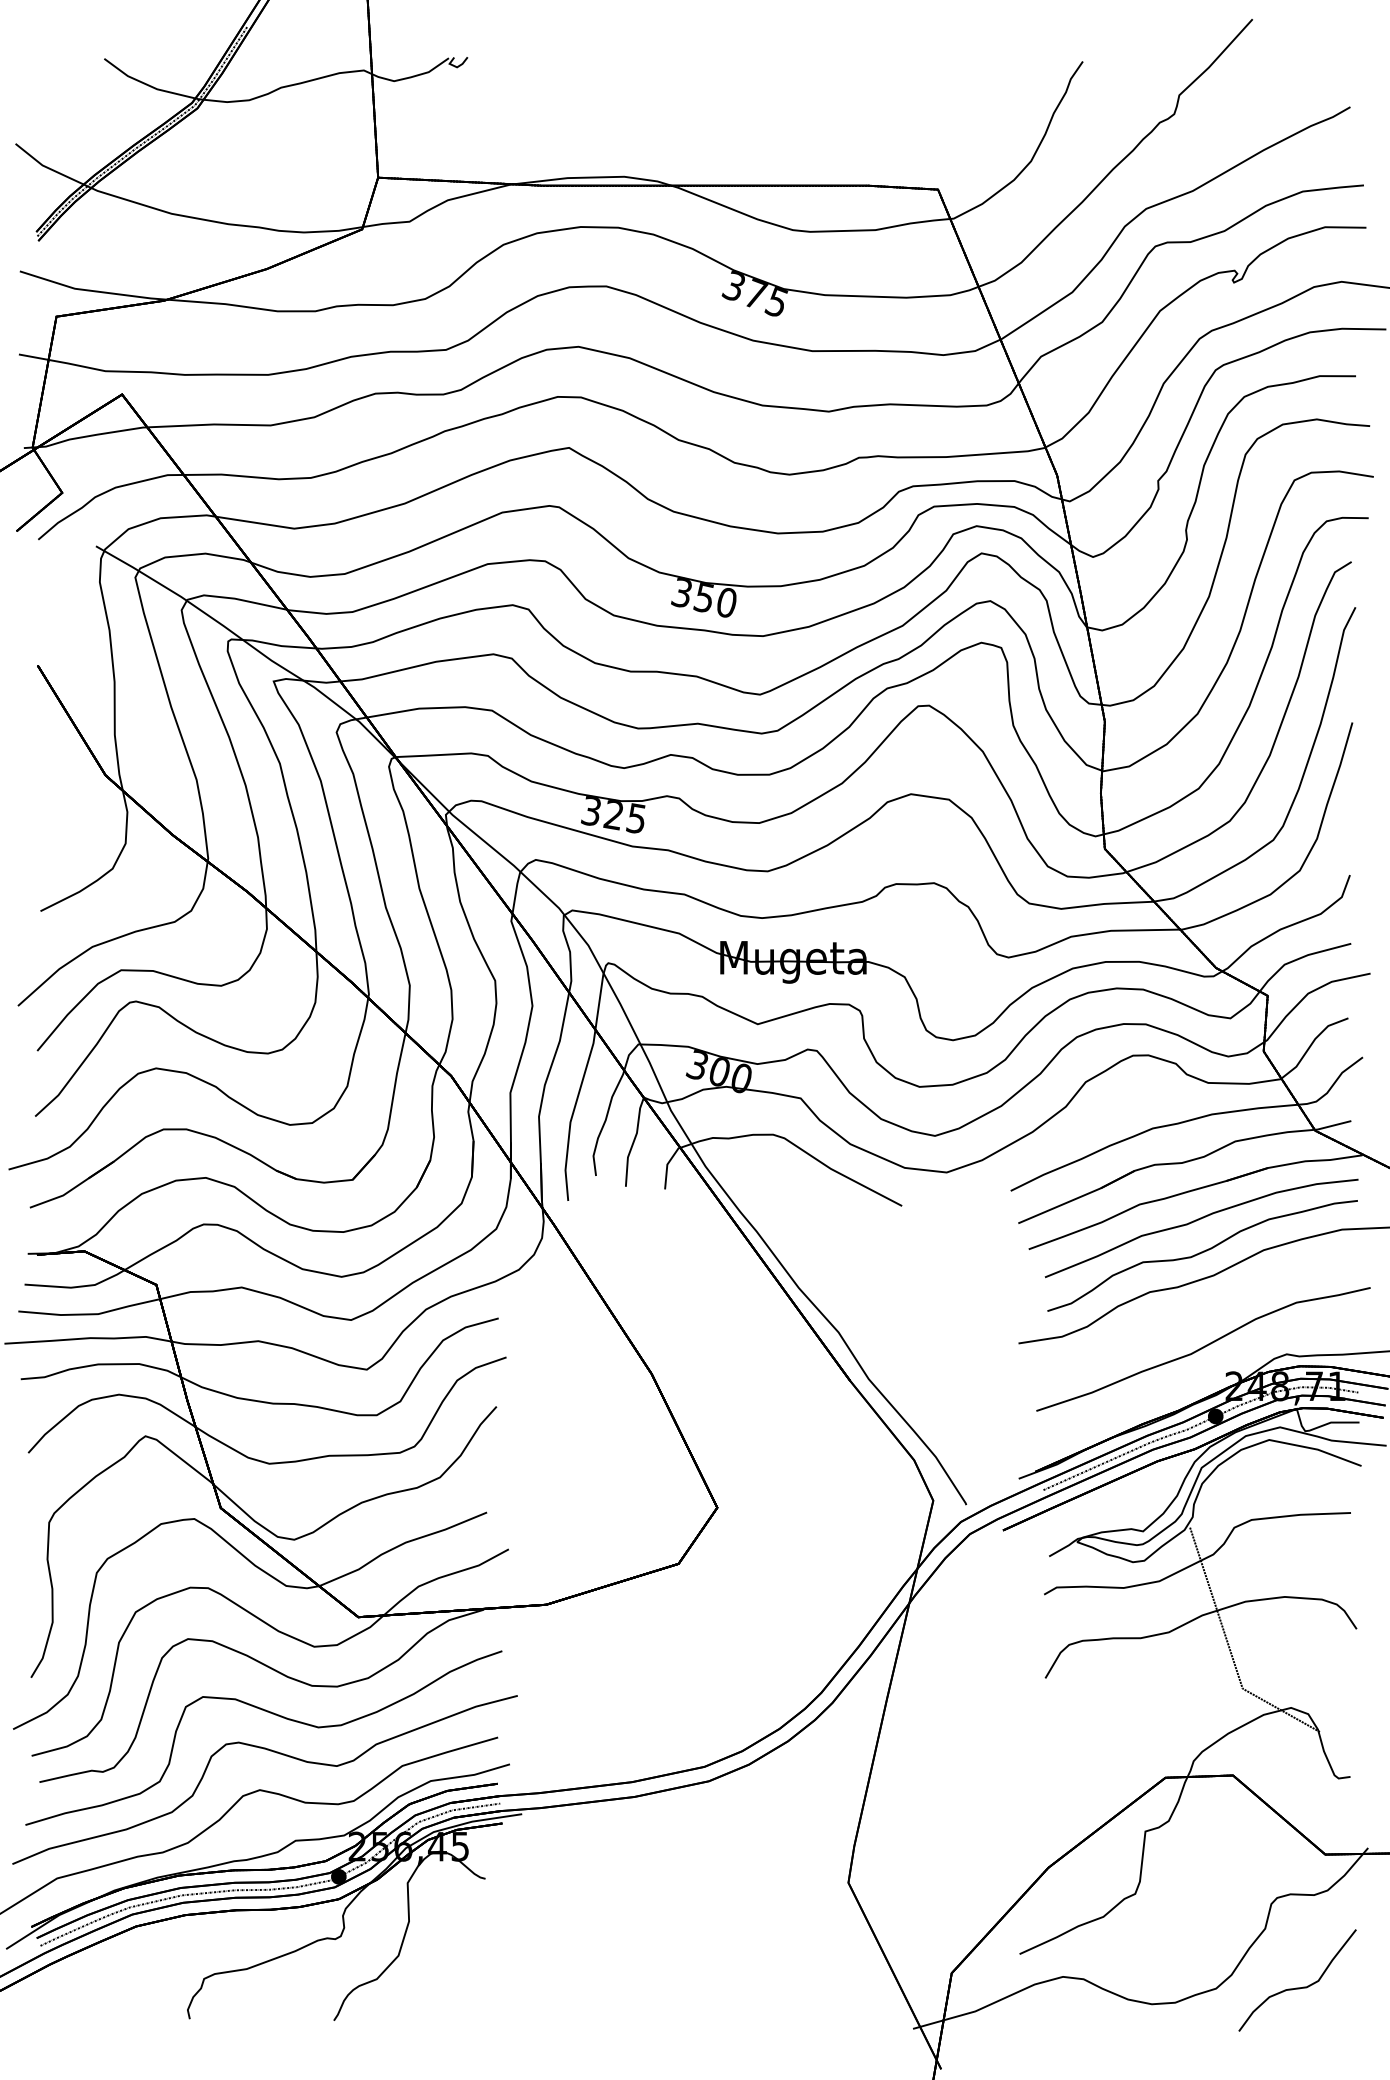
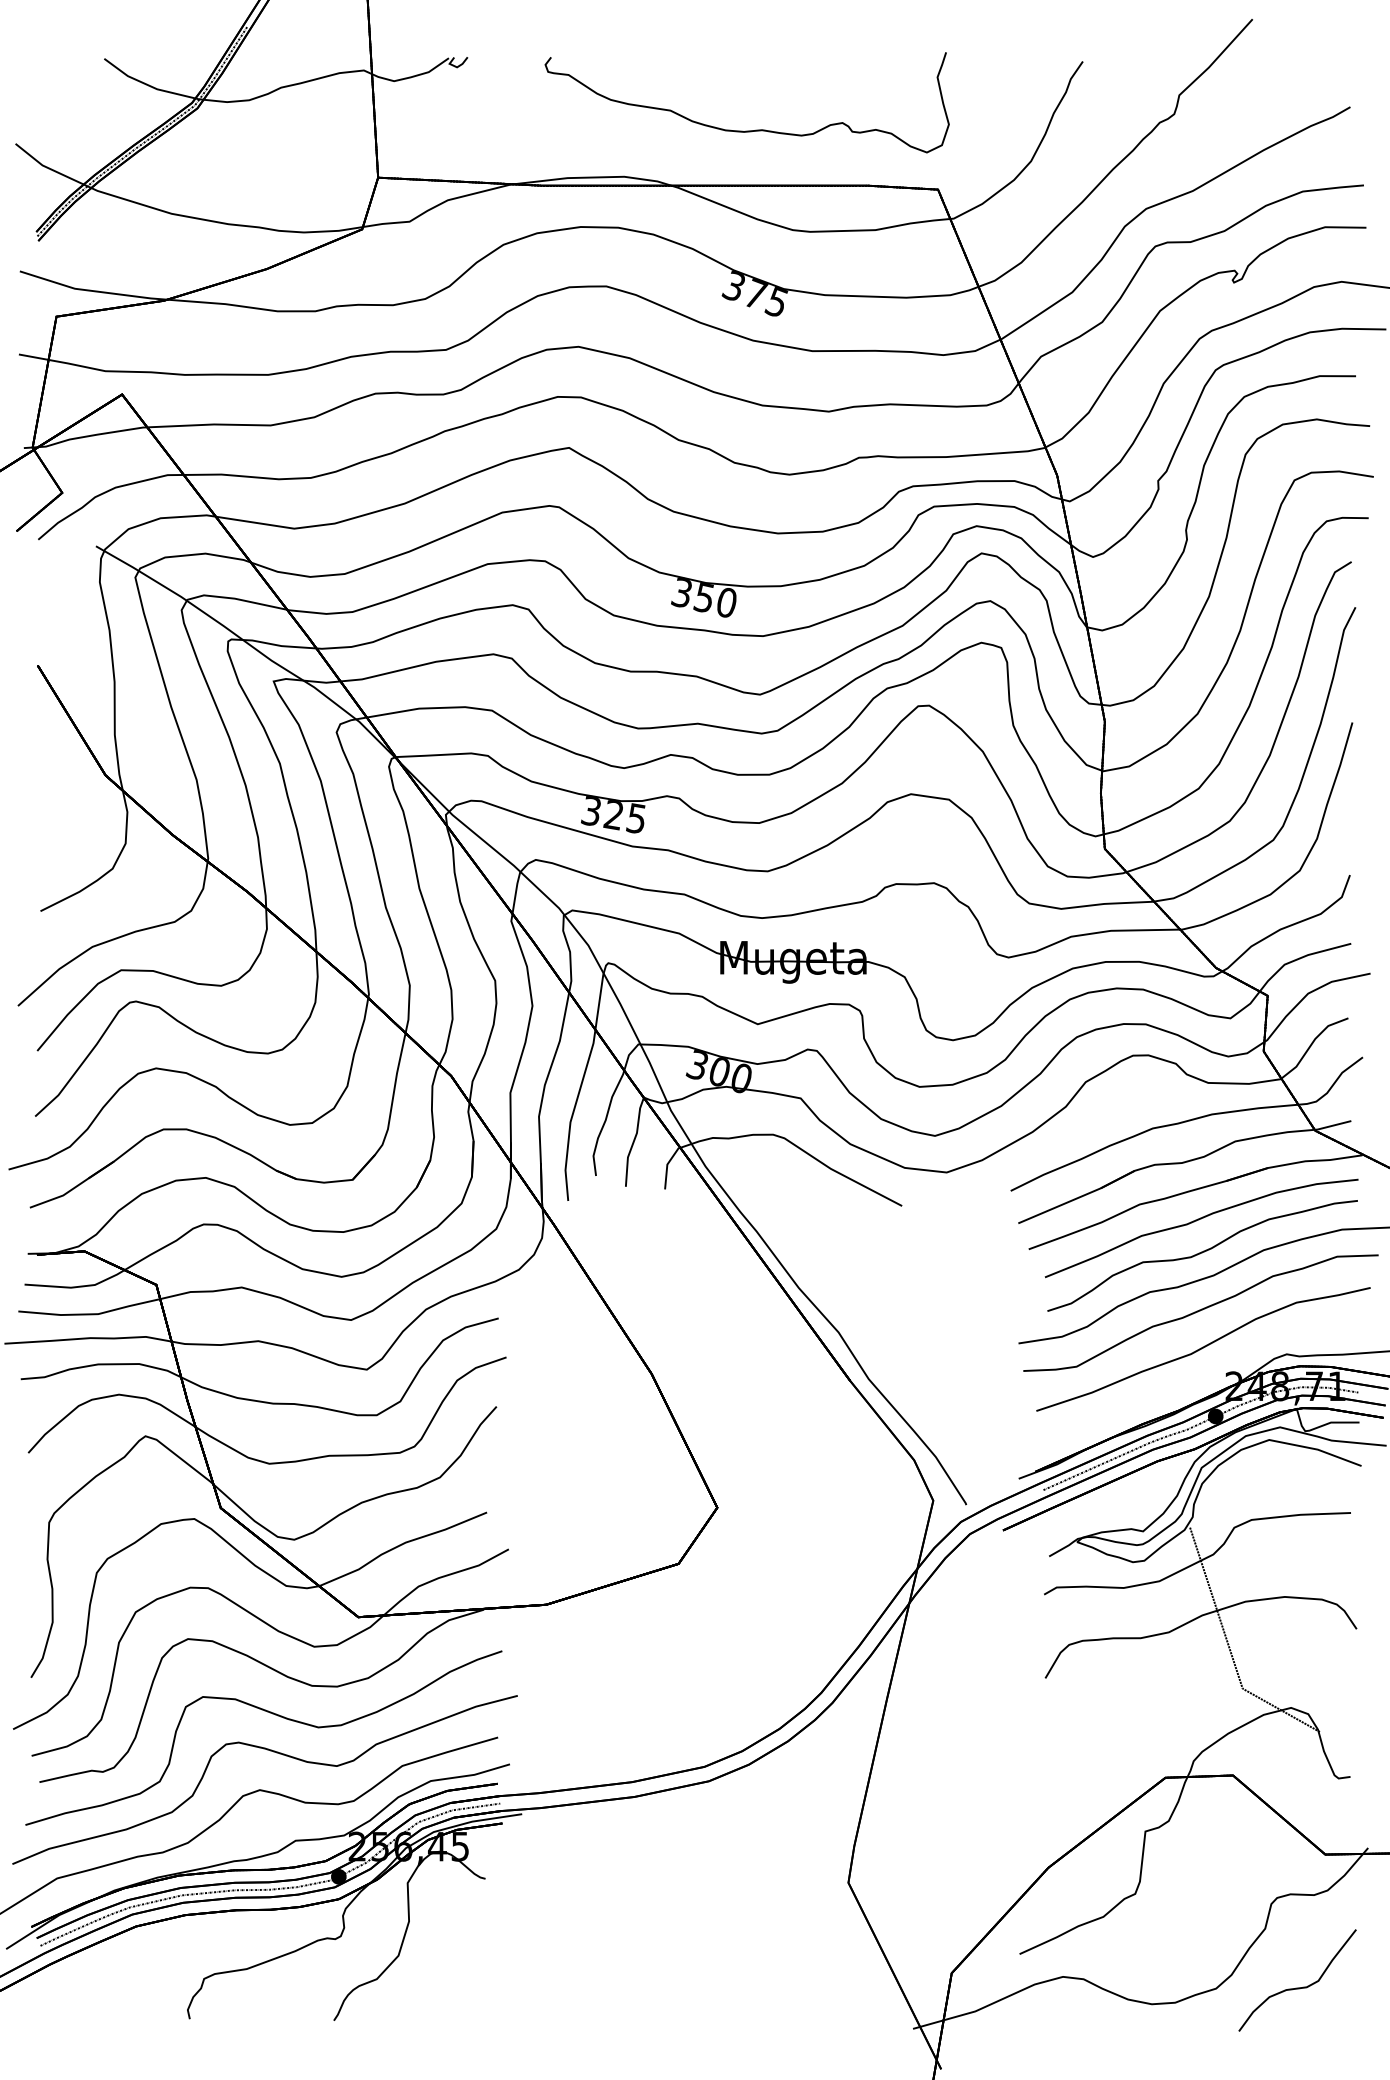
curve at (746, 130): none -> present
part at (1200, 1312): none -> present
